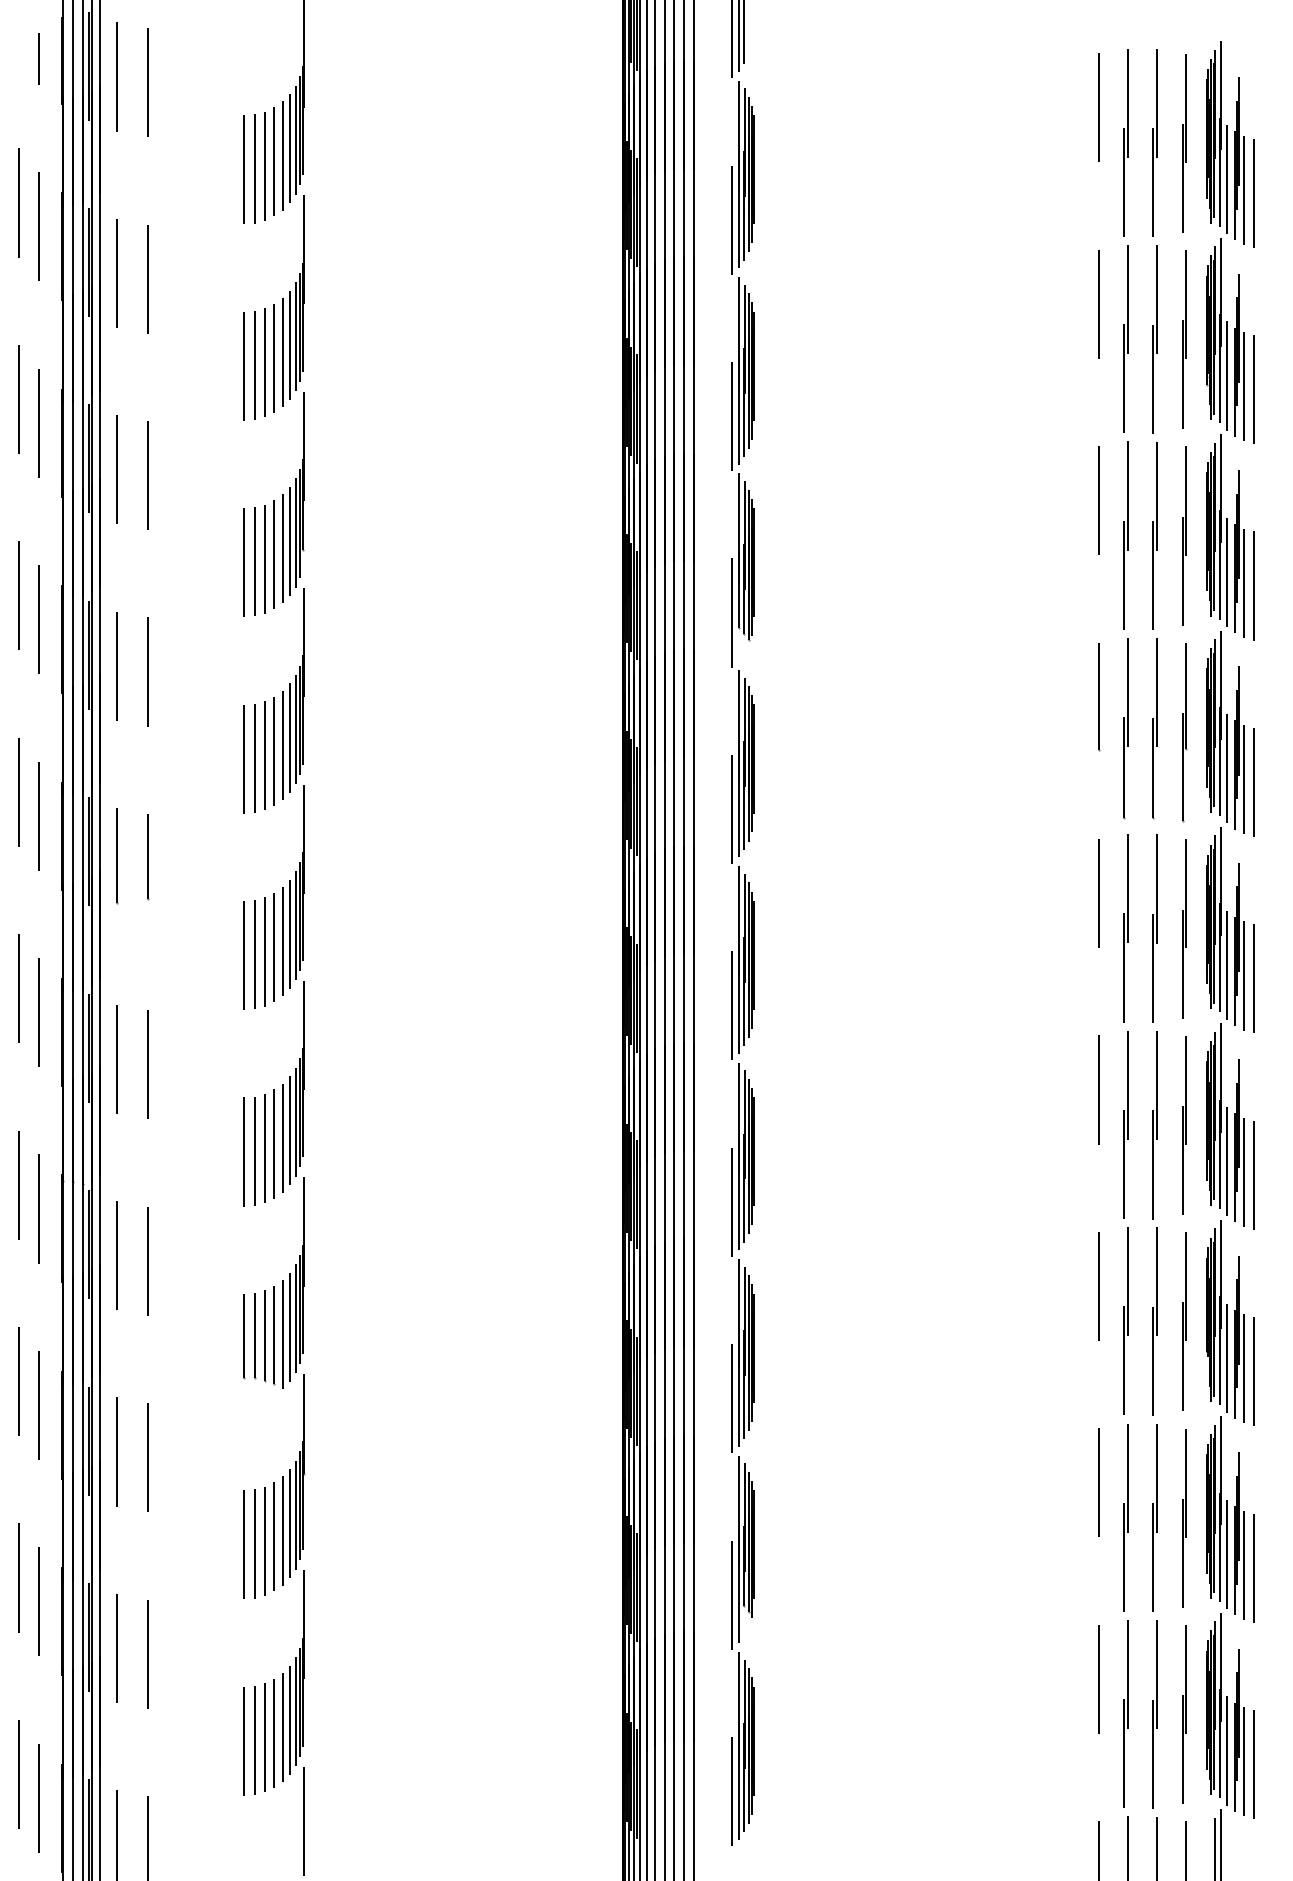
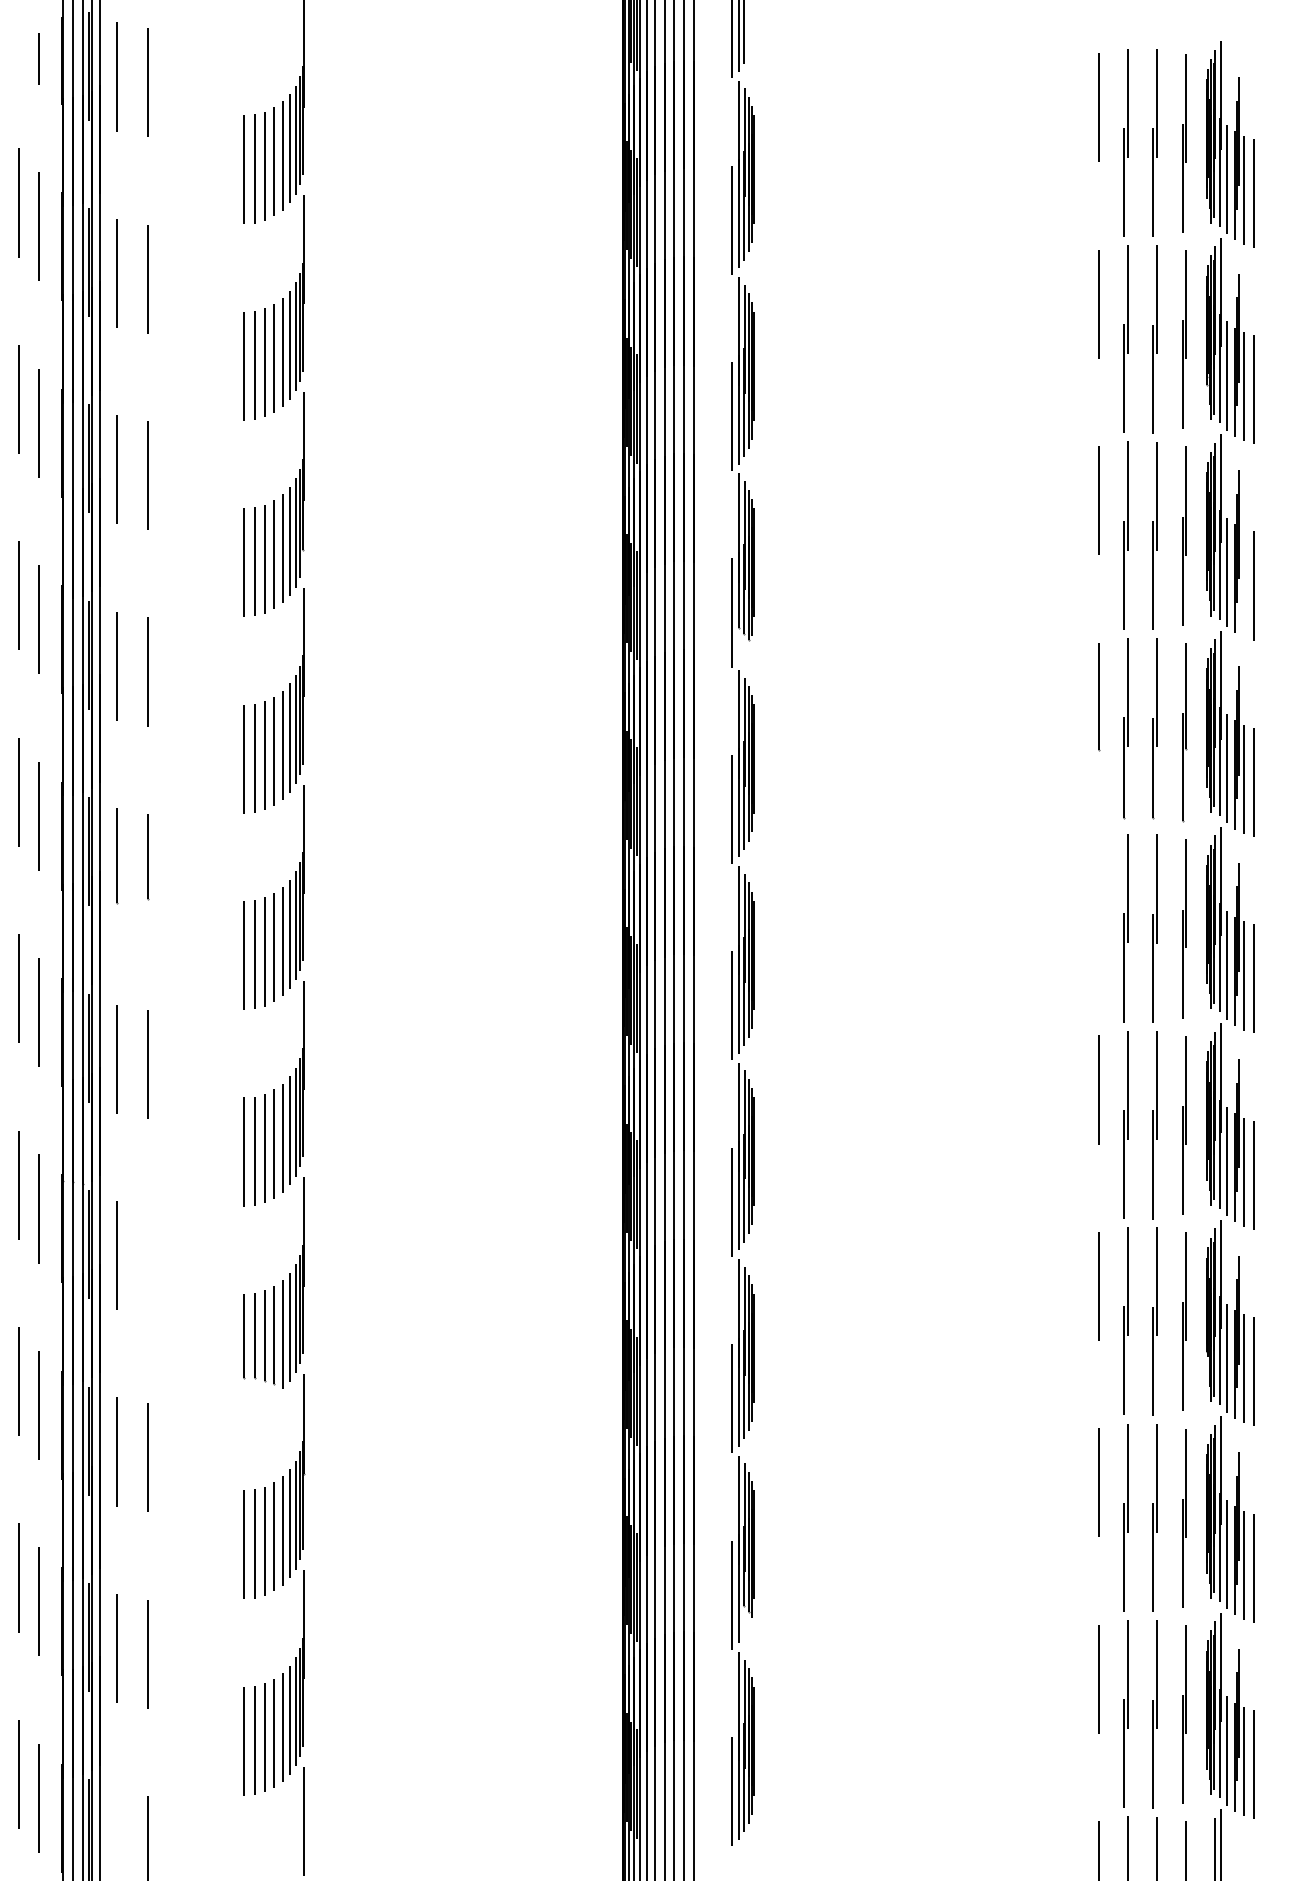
line at (1244, 582): present -> none
line at (1098, 893): present -> none
line at (147, 1261): present -> none
line at (117, 1833): present -> none
